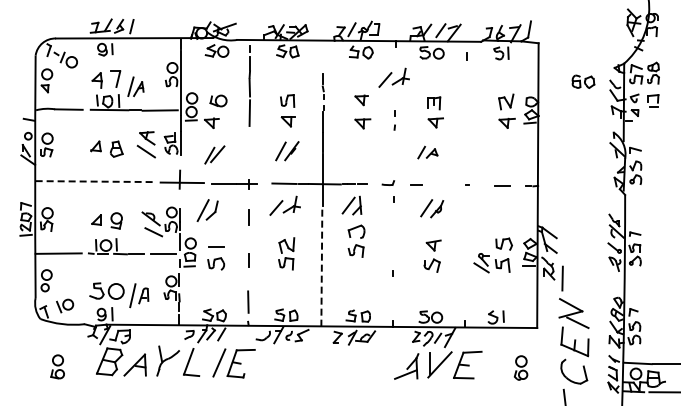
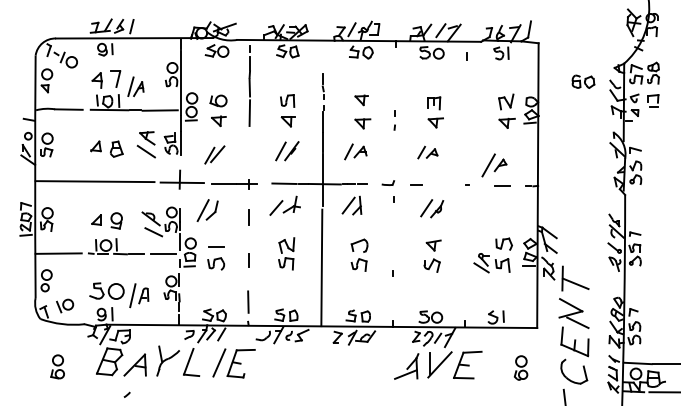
part at (393, 77): present -> none
part at (211, 122) position: (211, 122) -> (218, 120)
part at (355, 151): none -> present
part at (494, 165): none -> present
line at (95, 181): dashed -> solid
part at (356, 240) position: (356, 240) -> (359, 254)
line at (321, 268): dashed -> solid
line at (575, 283): none -> present
arc at (126, 394): none -> present
